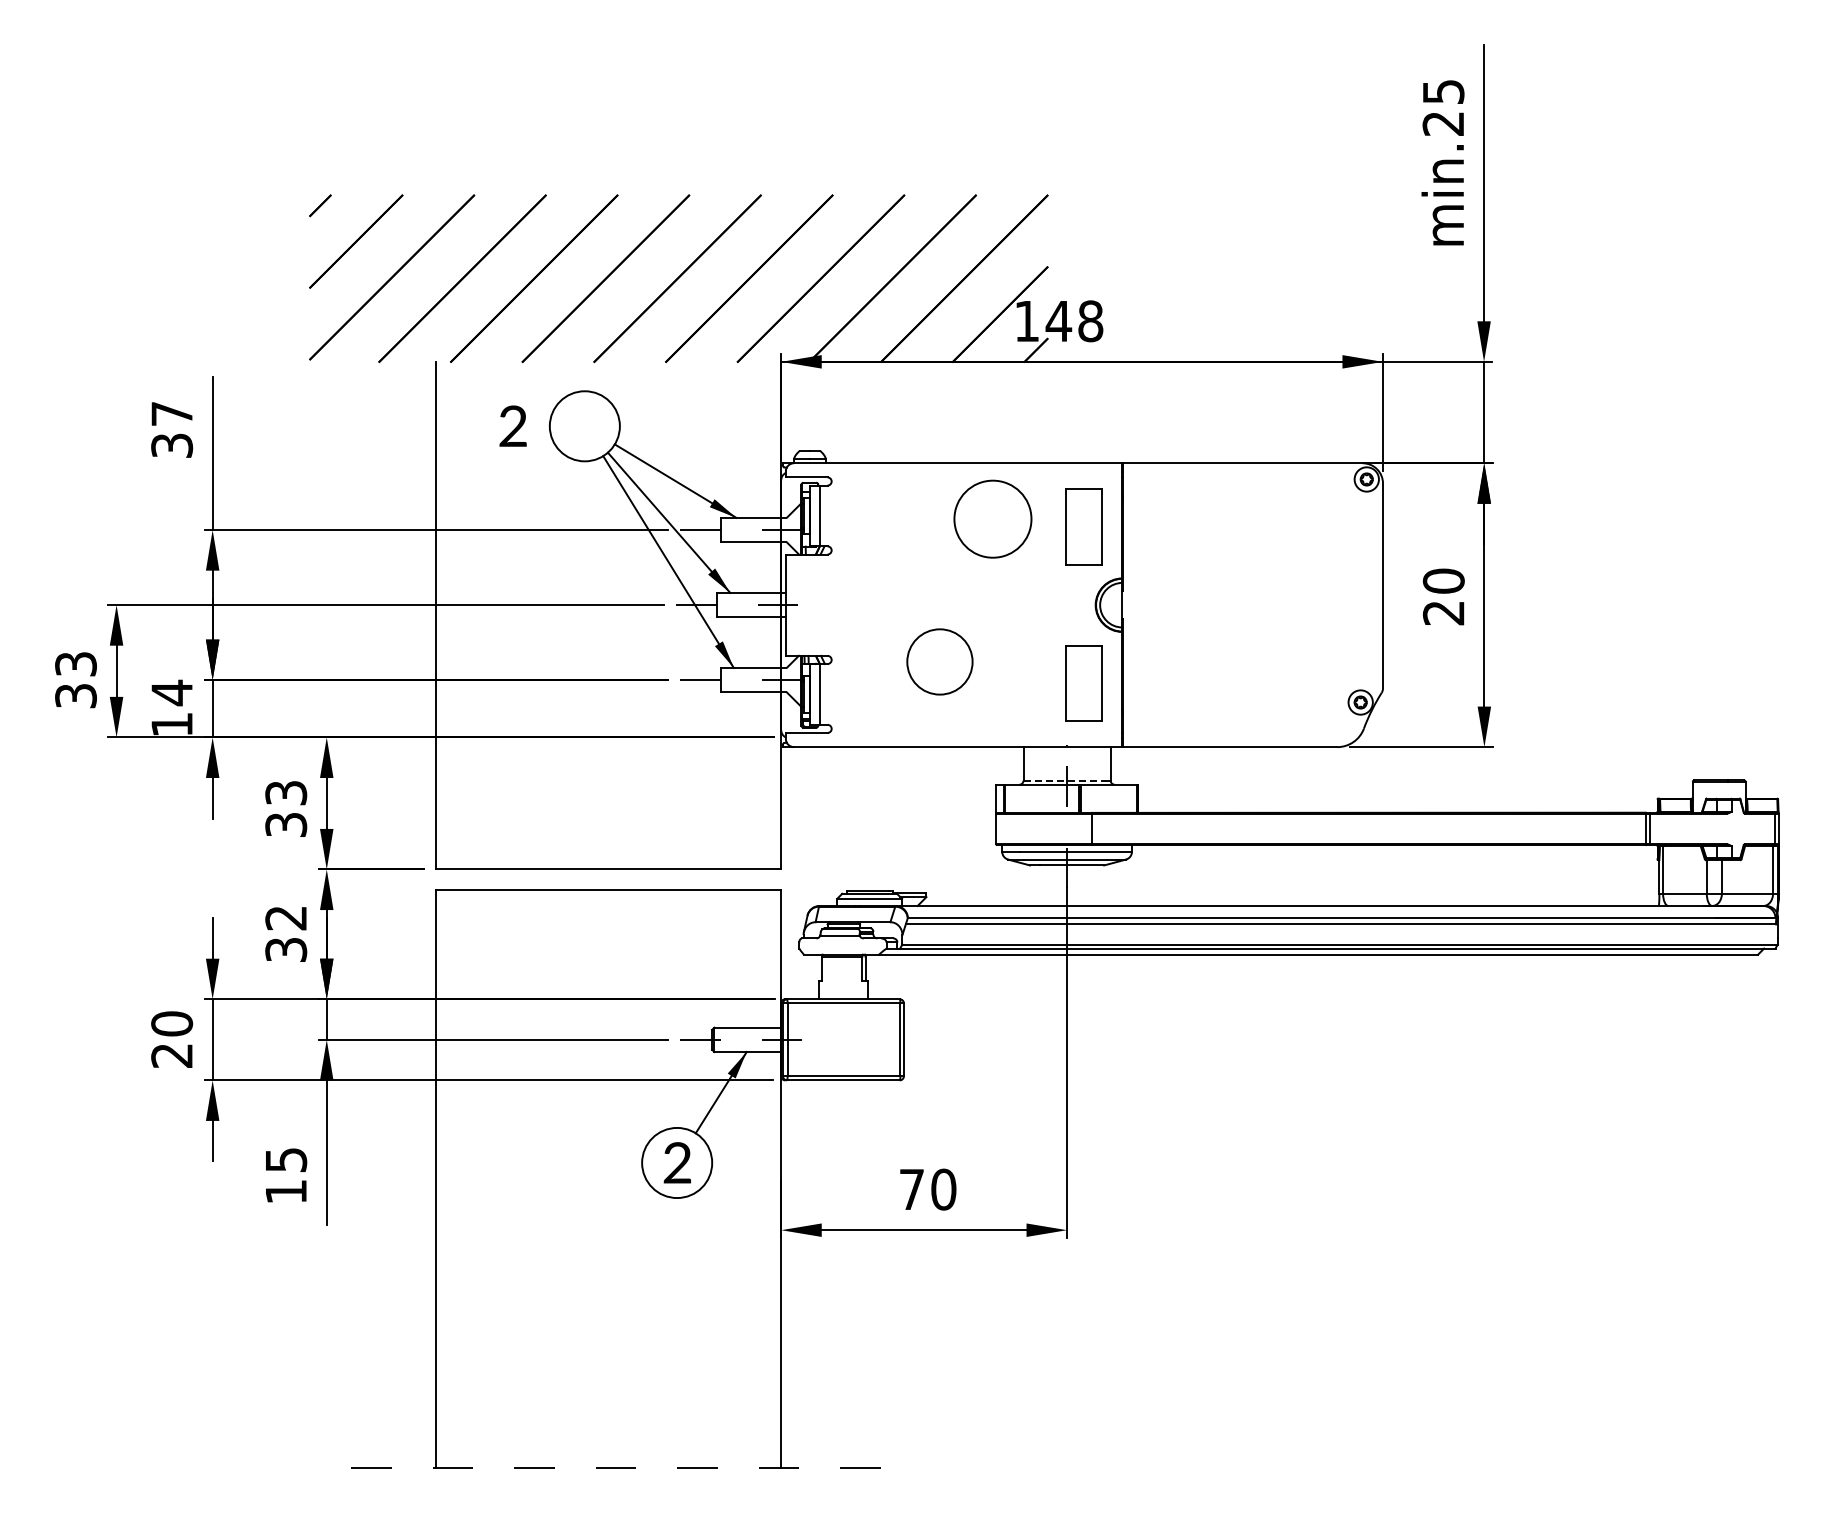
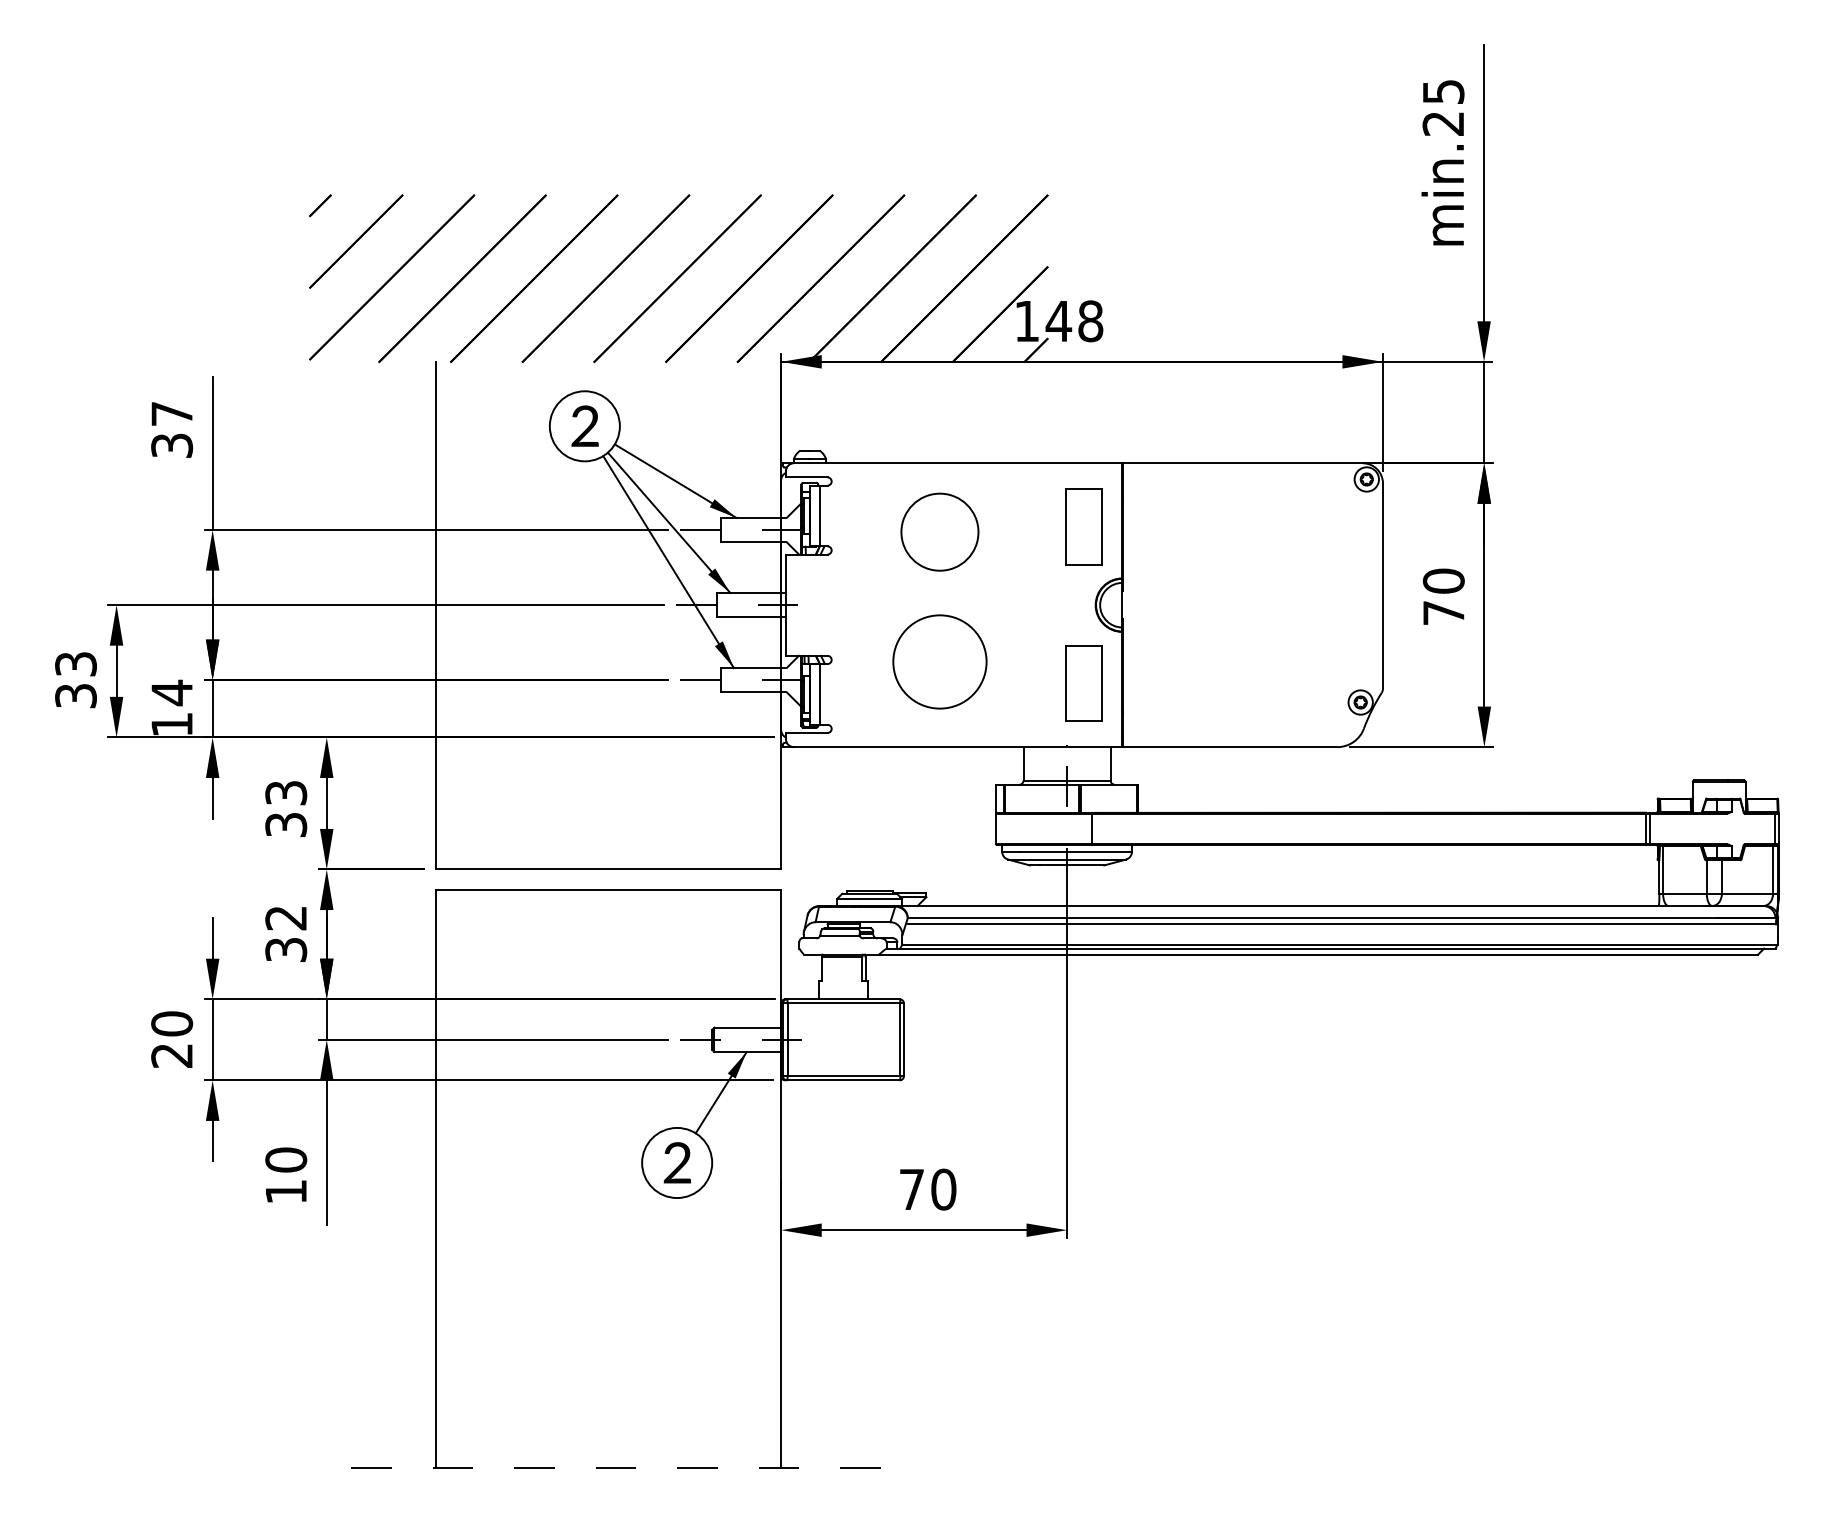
text at (512, 425) position: (512, 425) -> (584, 425)
circle at (992, 518) position: (992, 518) -> (939, 531)
text at (1443, 613): 20 -> 70
circle at (939, 661) diameter: 65 px -> 93 px
line at (1065, 780): dashed -> solid
text at (286, 1159): 15 -> 10
